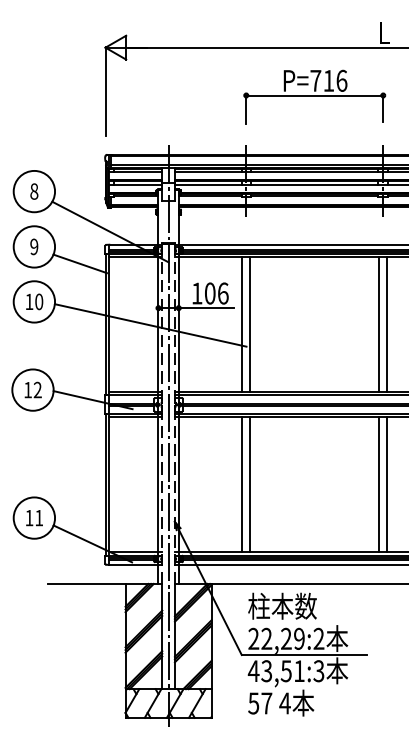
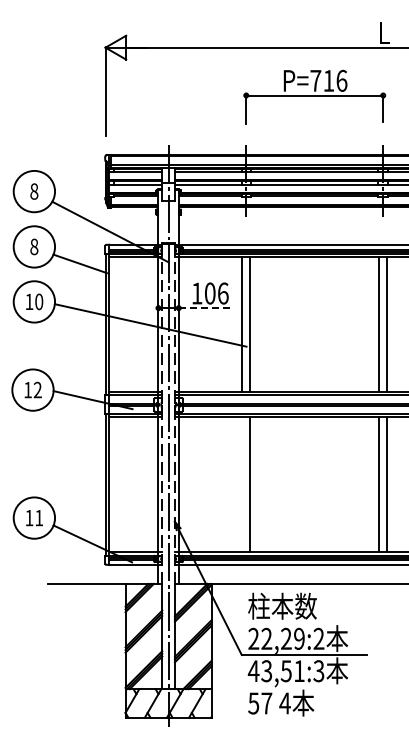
text at (34, 246): 9 -> 8
line at (206, 308): solid -> dashed
line at (242, 484): present -> none
